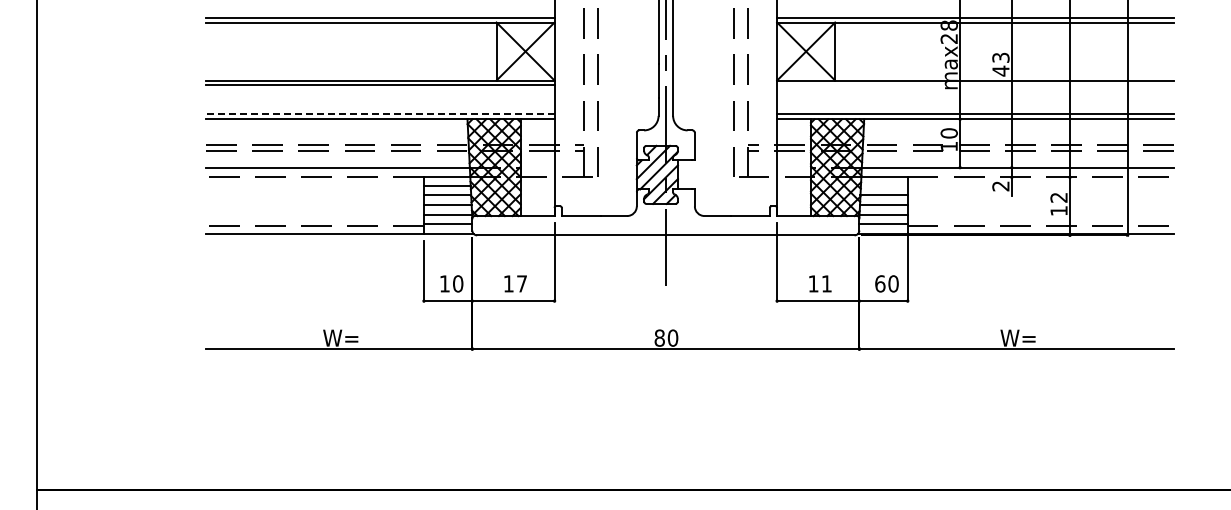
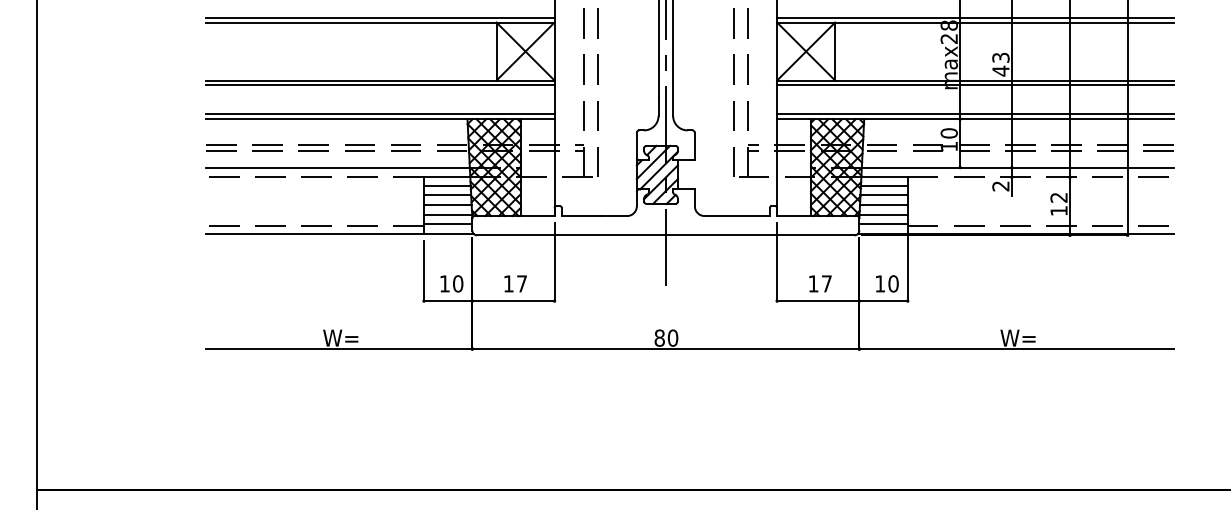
line at (975, 85): none -> present
line at (379, 114): dashed -> solid
line at (883, 185): none -> present
text at (826, 283): 11 -> 17
text at (880, 283): 60 -> 10
